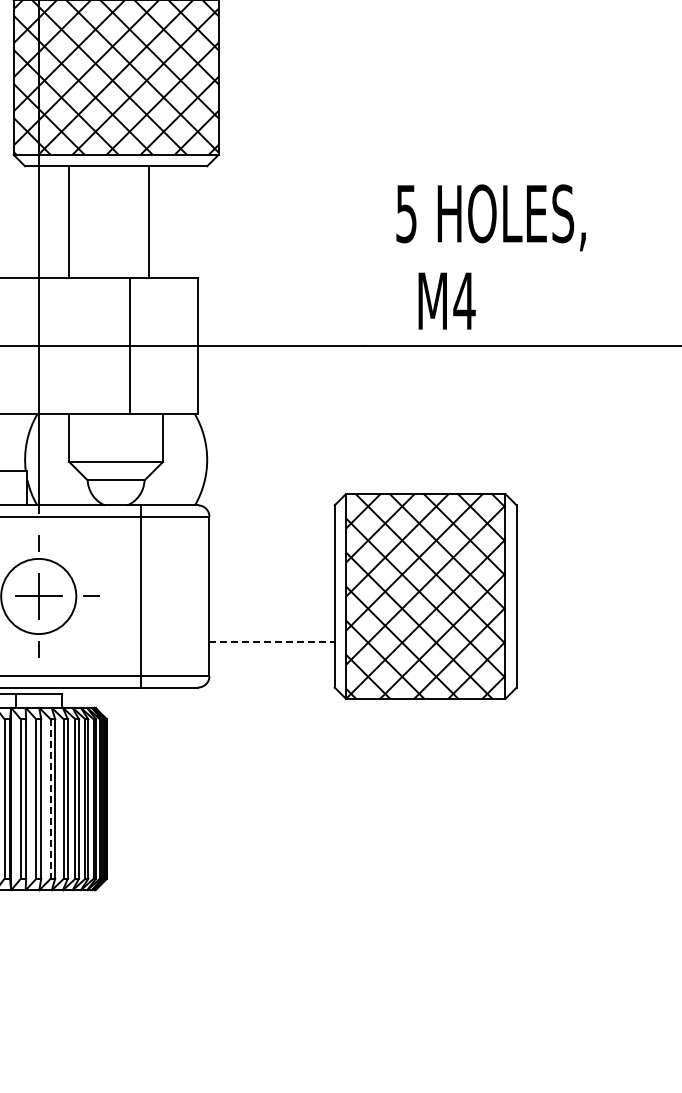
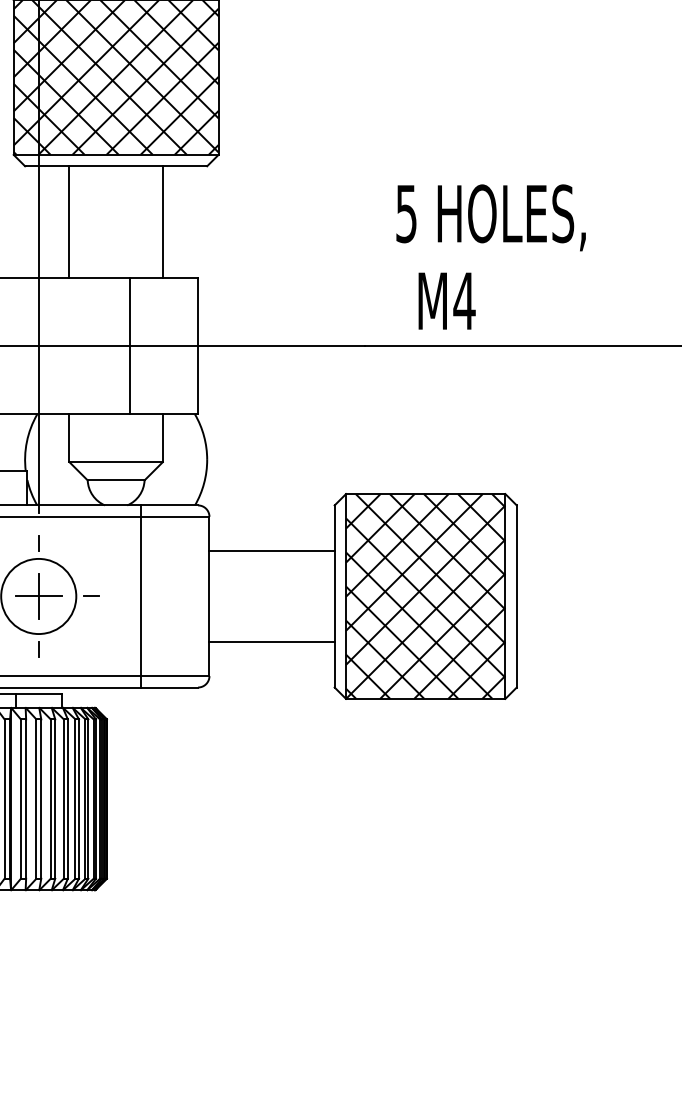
line at (148, 221) position: (148, 221) -> (162, 221)
line at (271, 550): none -> present
line at (272, 642): dashed -> solid
line at (50, 799): dashed -> solid
